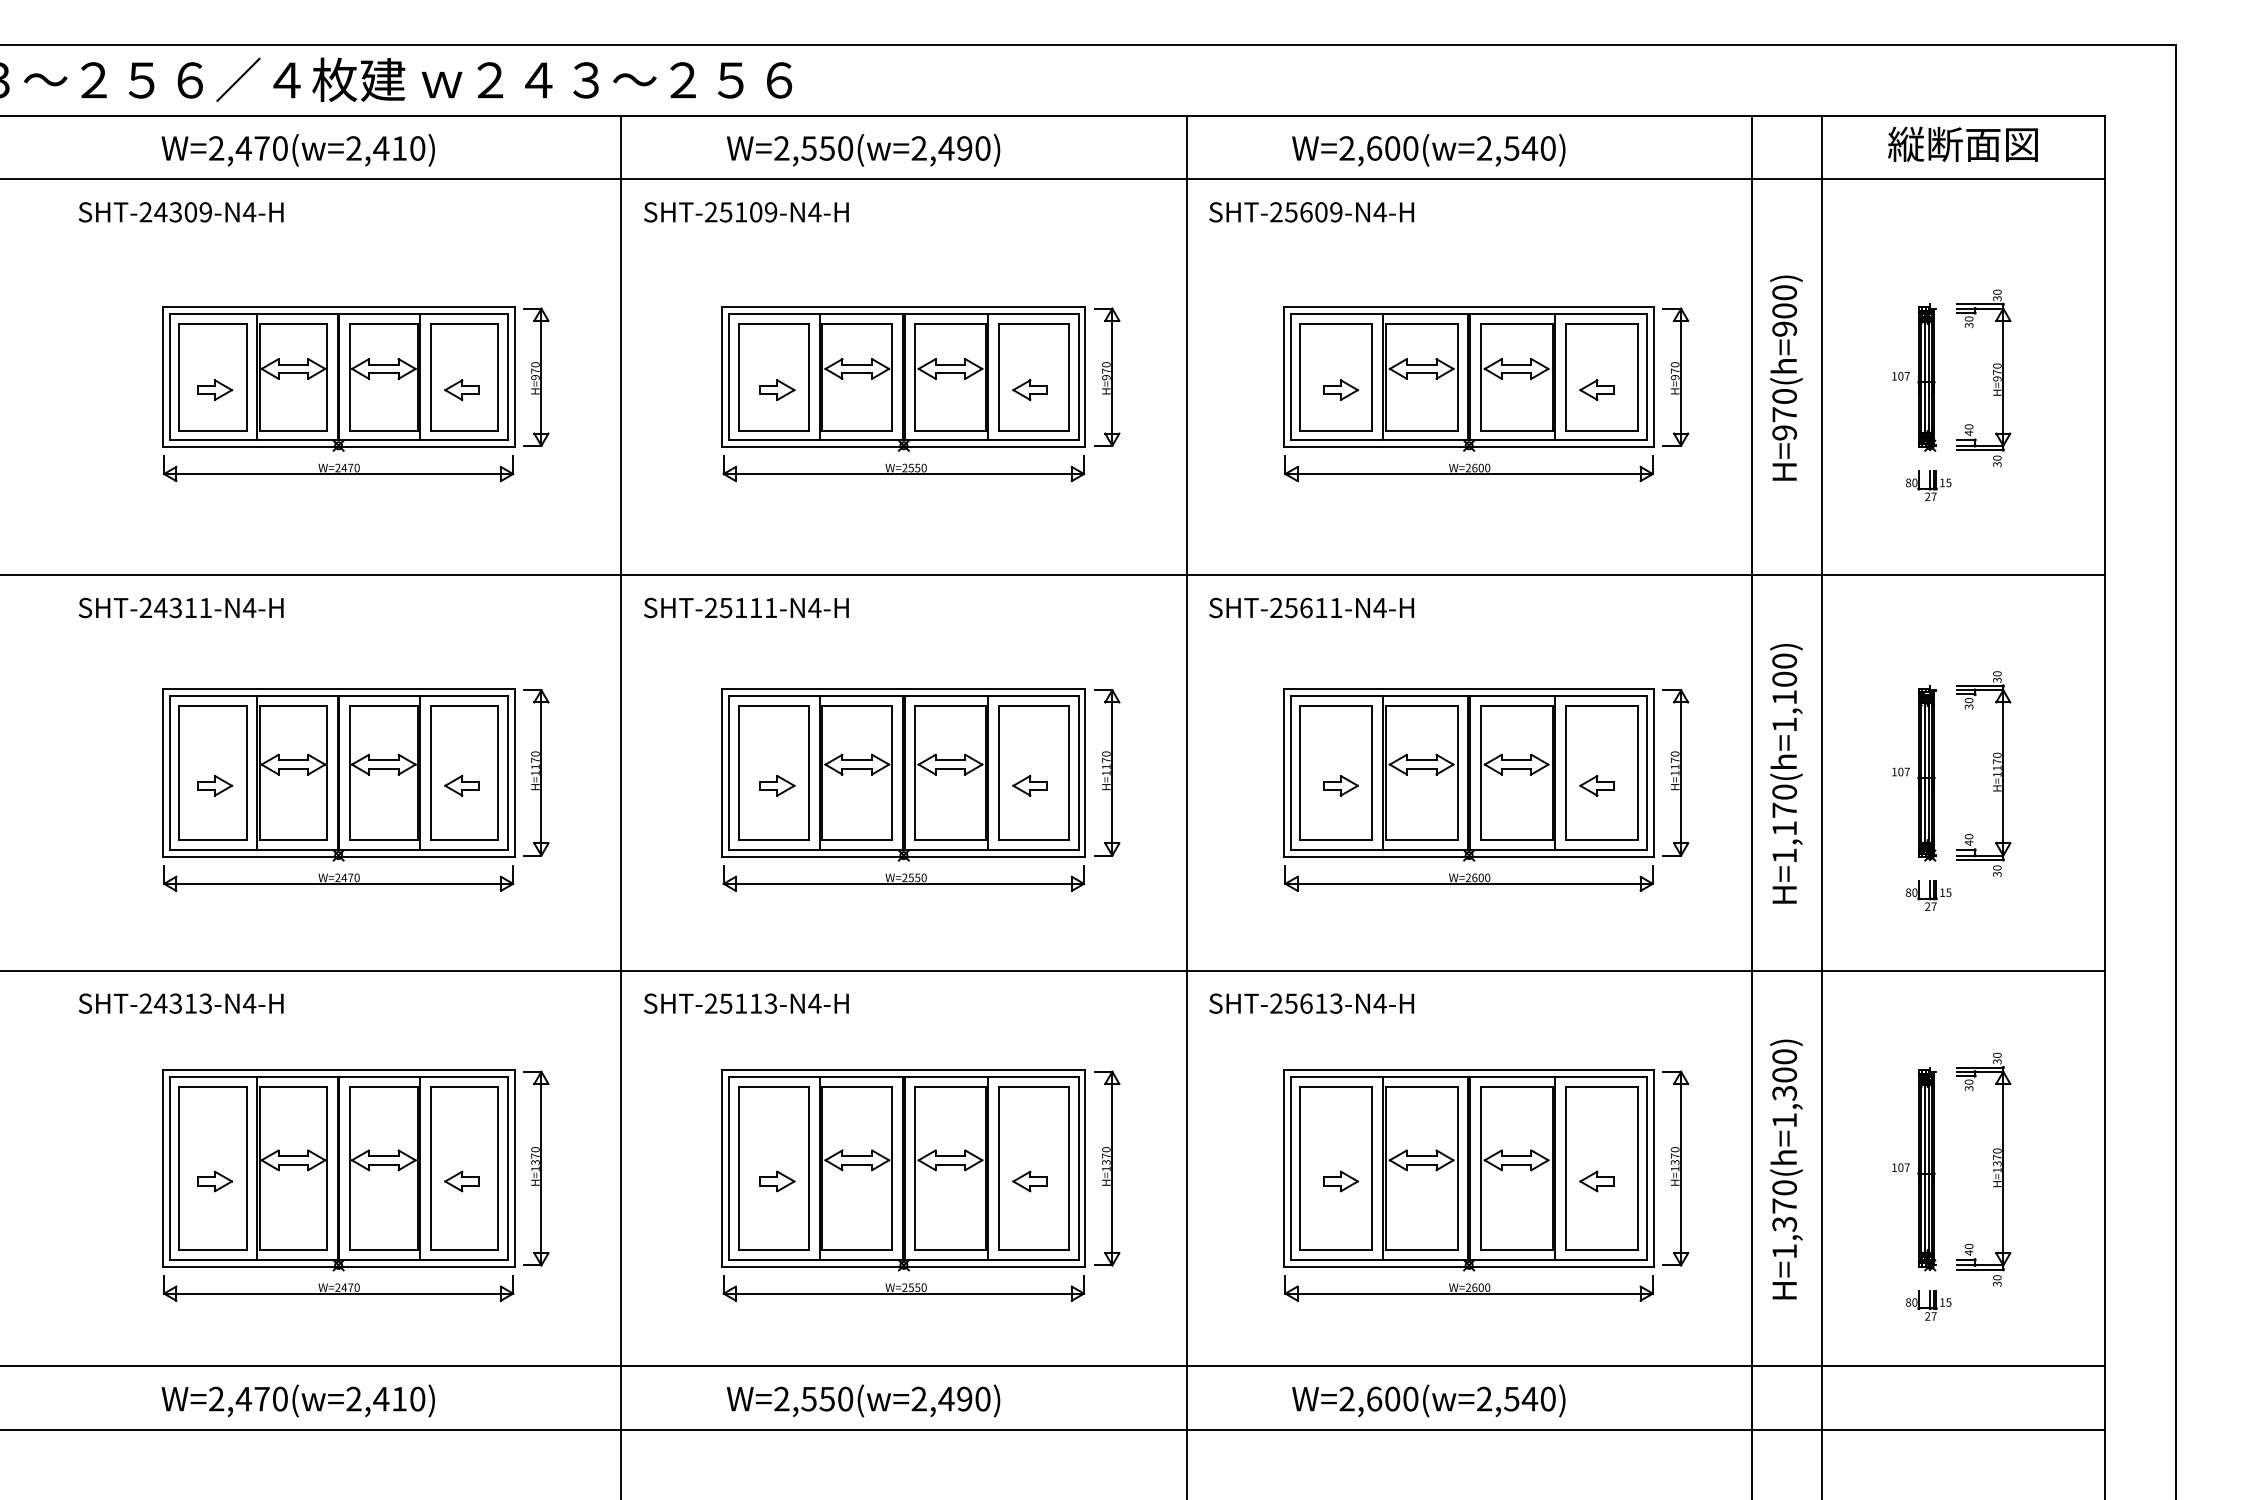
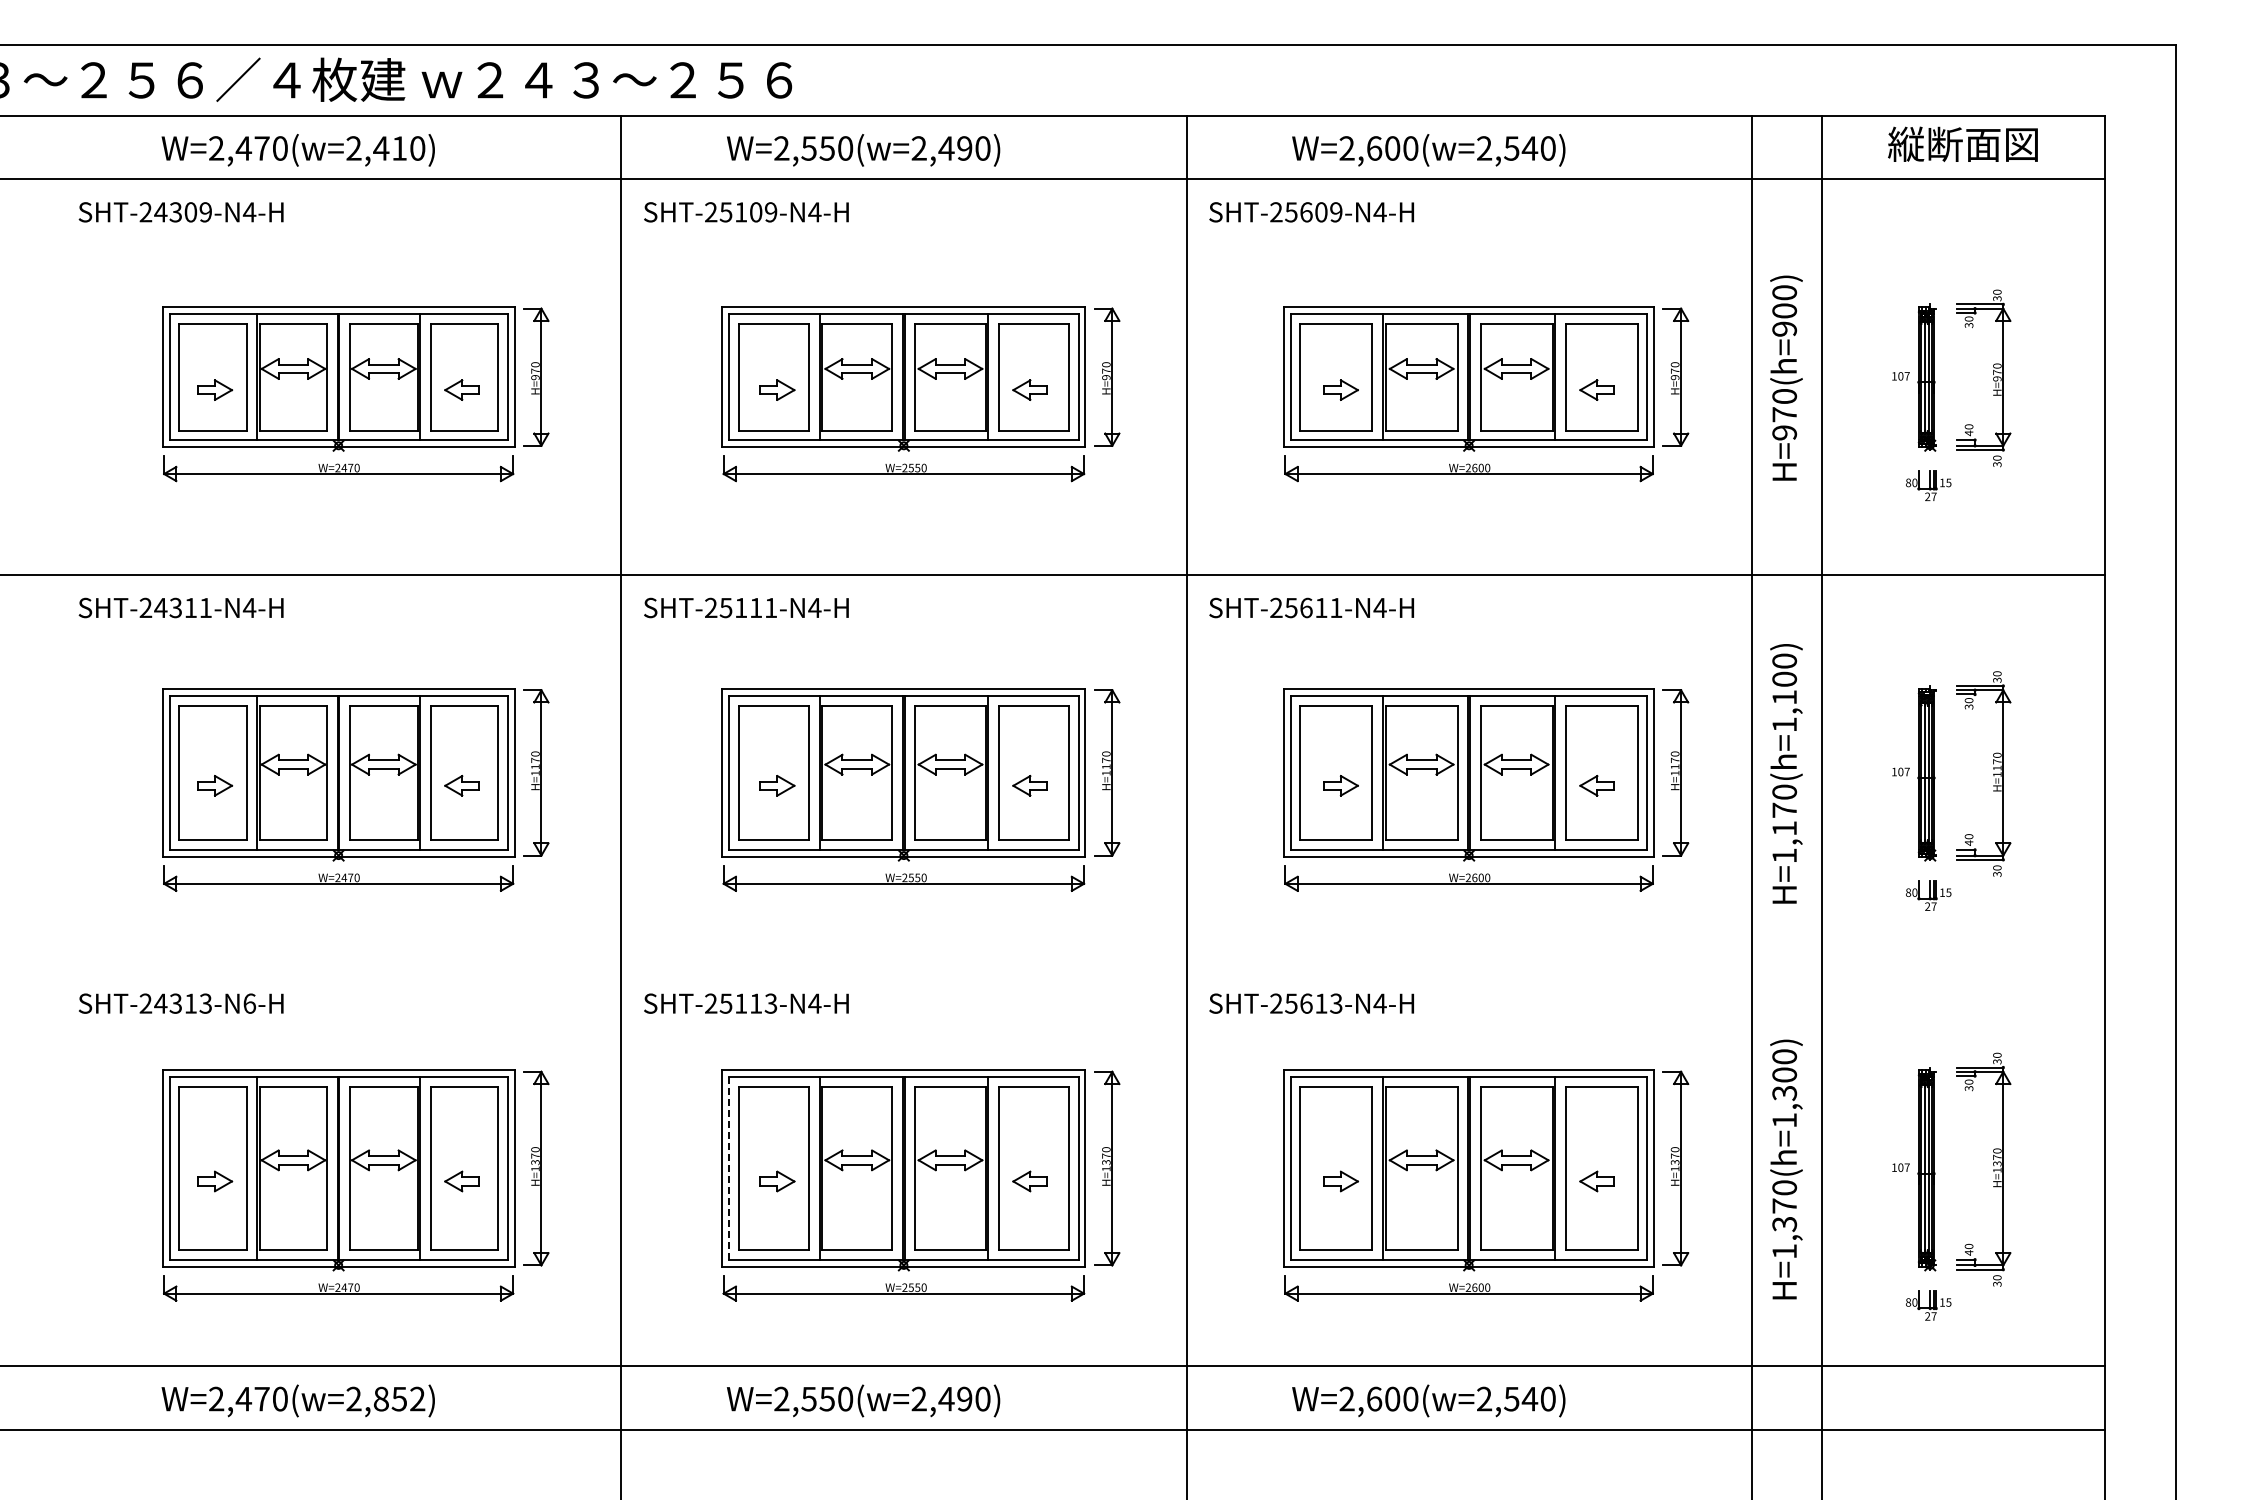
line at (1053, 970): present -> none
text at (249, 1003): SHT-24313-N4-H -> SHT-24313-N6-H
line at (729, 1168): solid -> dashed
text at (399, 1398): W=2,470(w=2,410) -> W=2,470(w=2,852)
